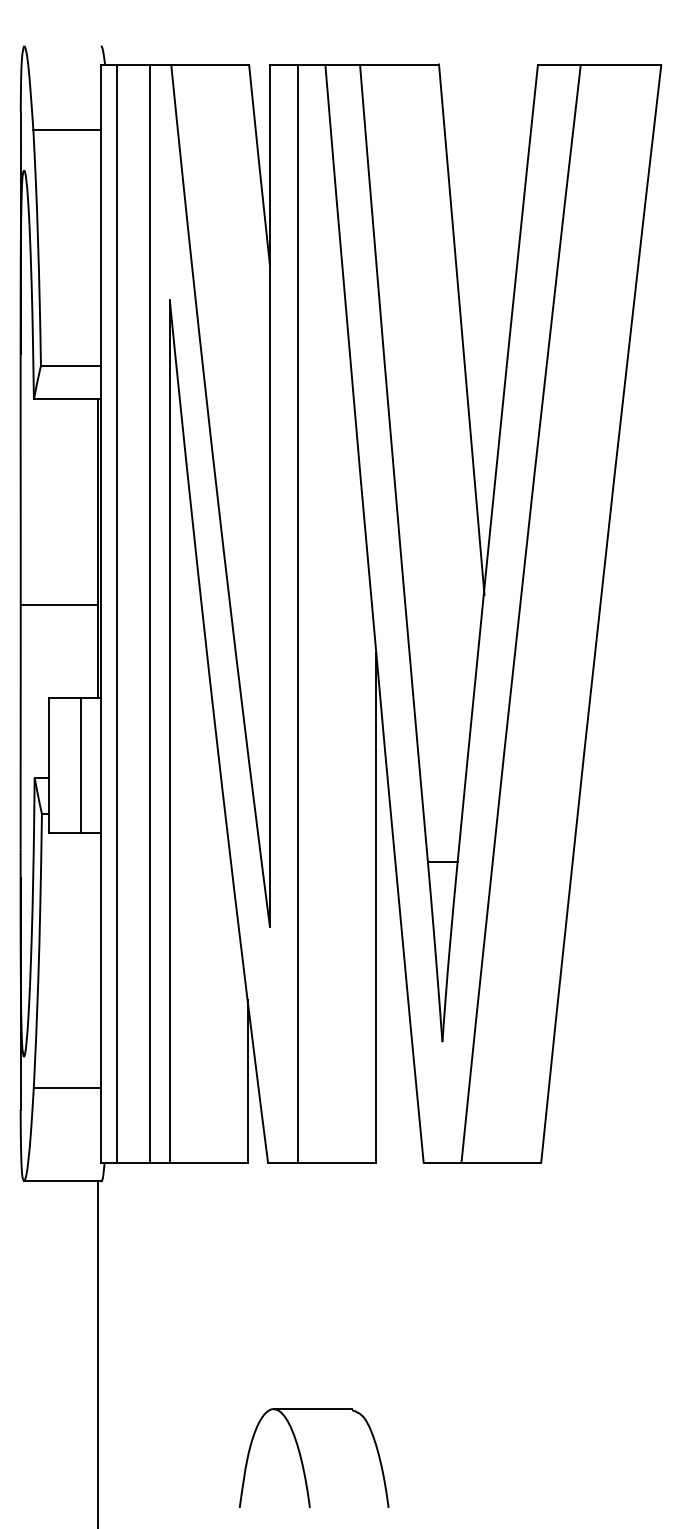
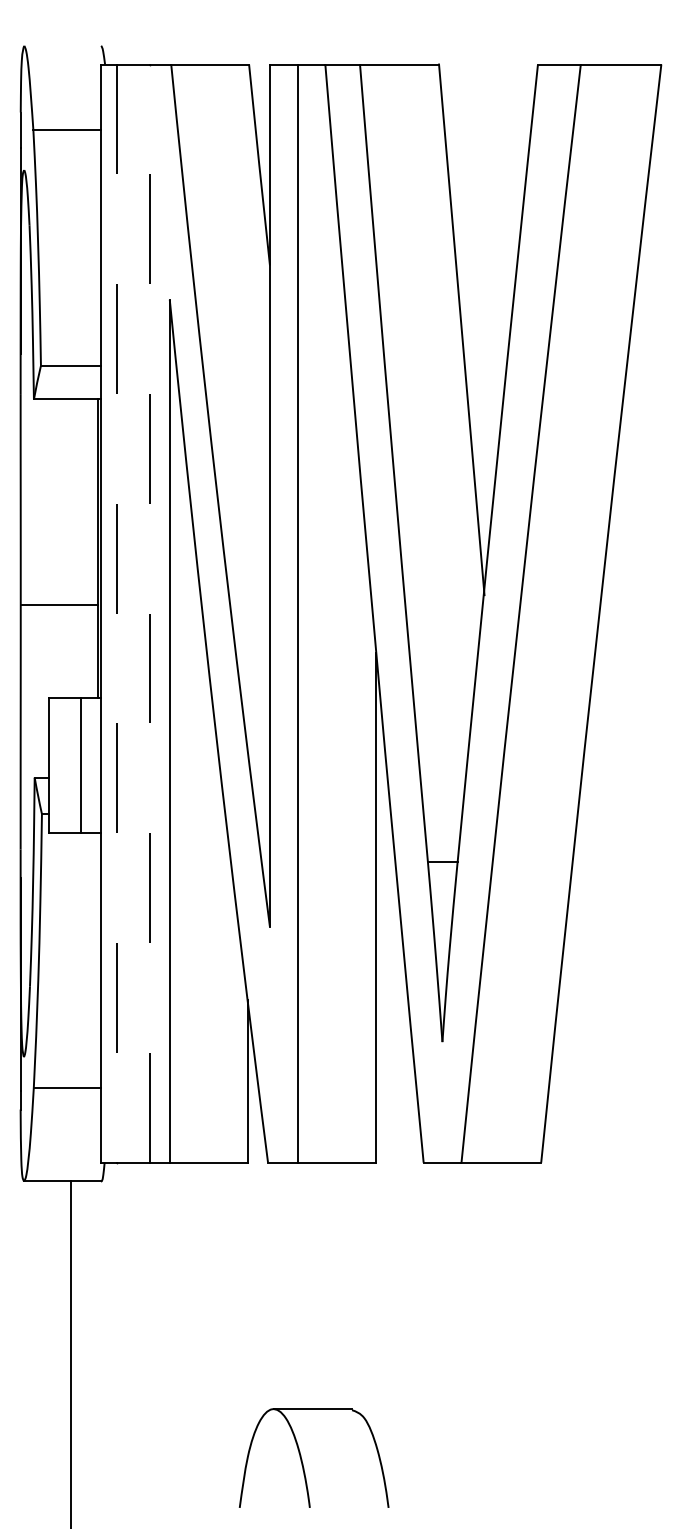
line at (149, 613): solid -> dashed
line at (117, 614): solid -> dashed
line at (97, 1353) position: (97, 1353) -> (70, 1353)
